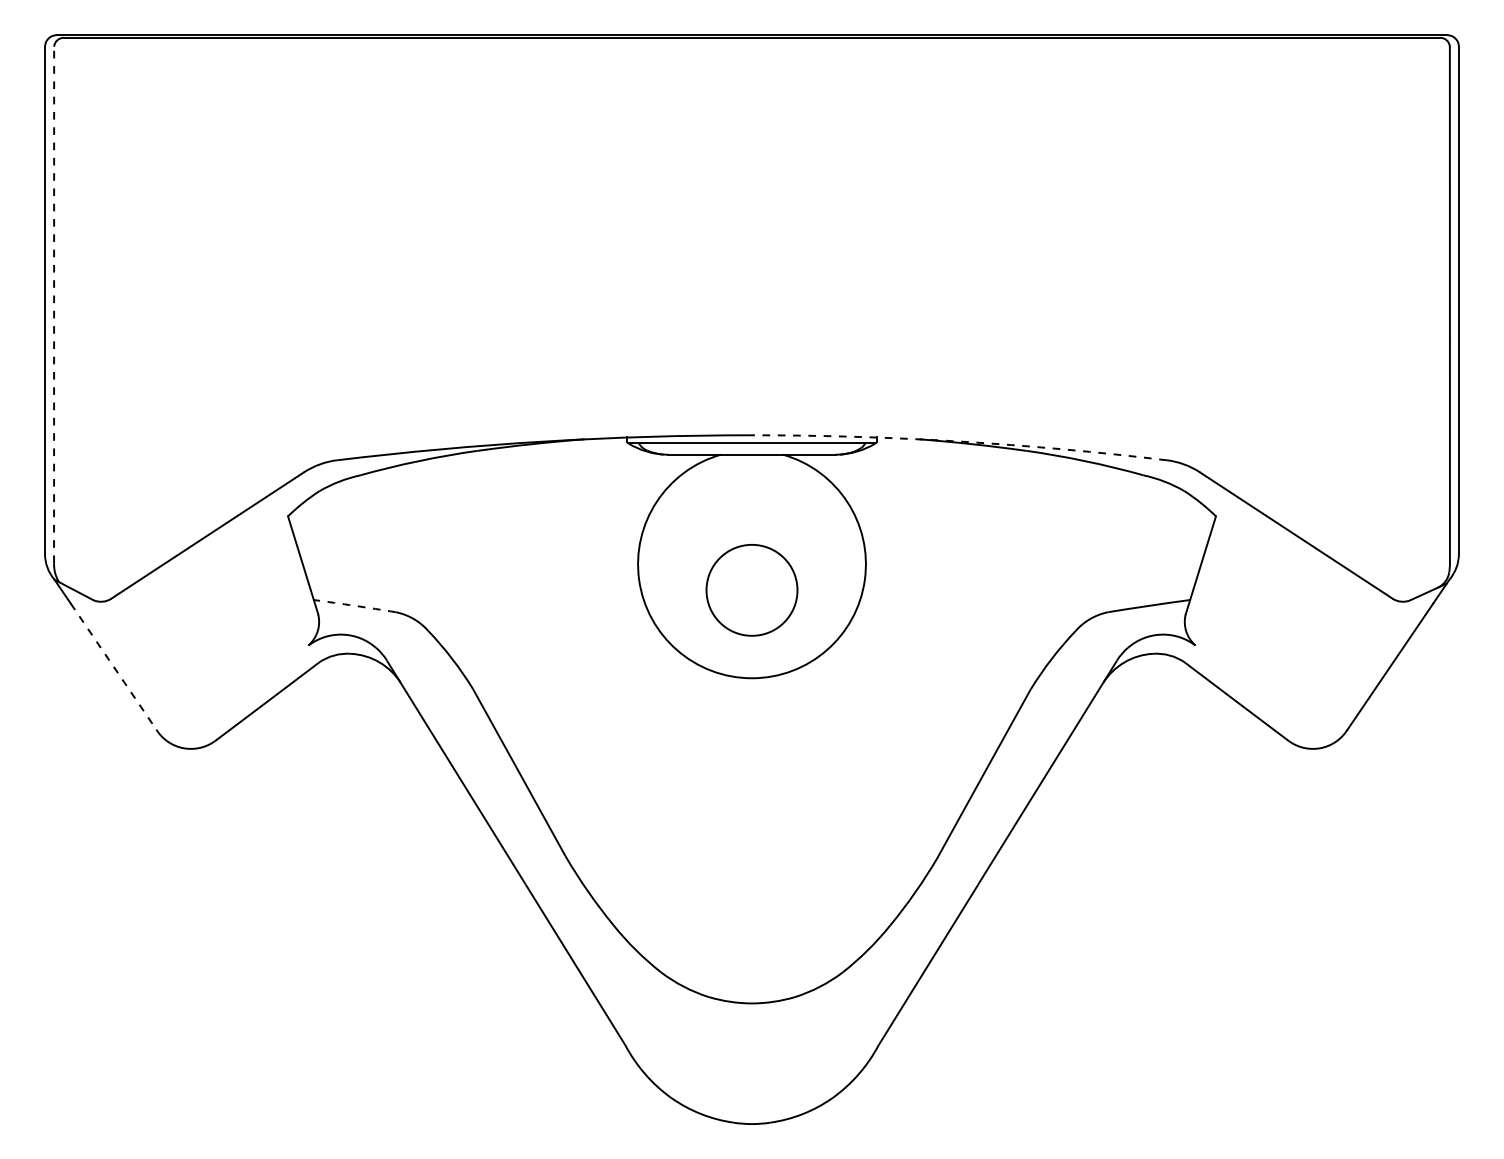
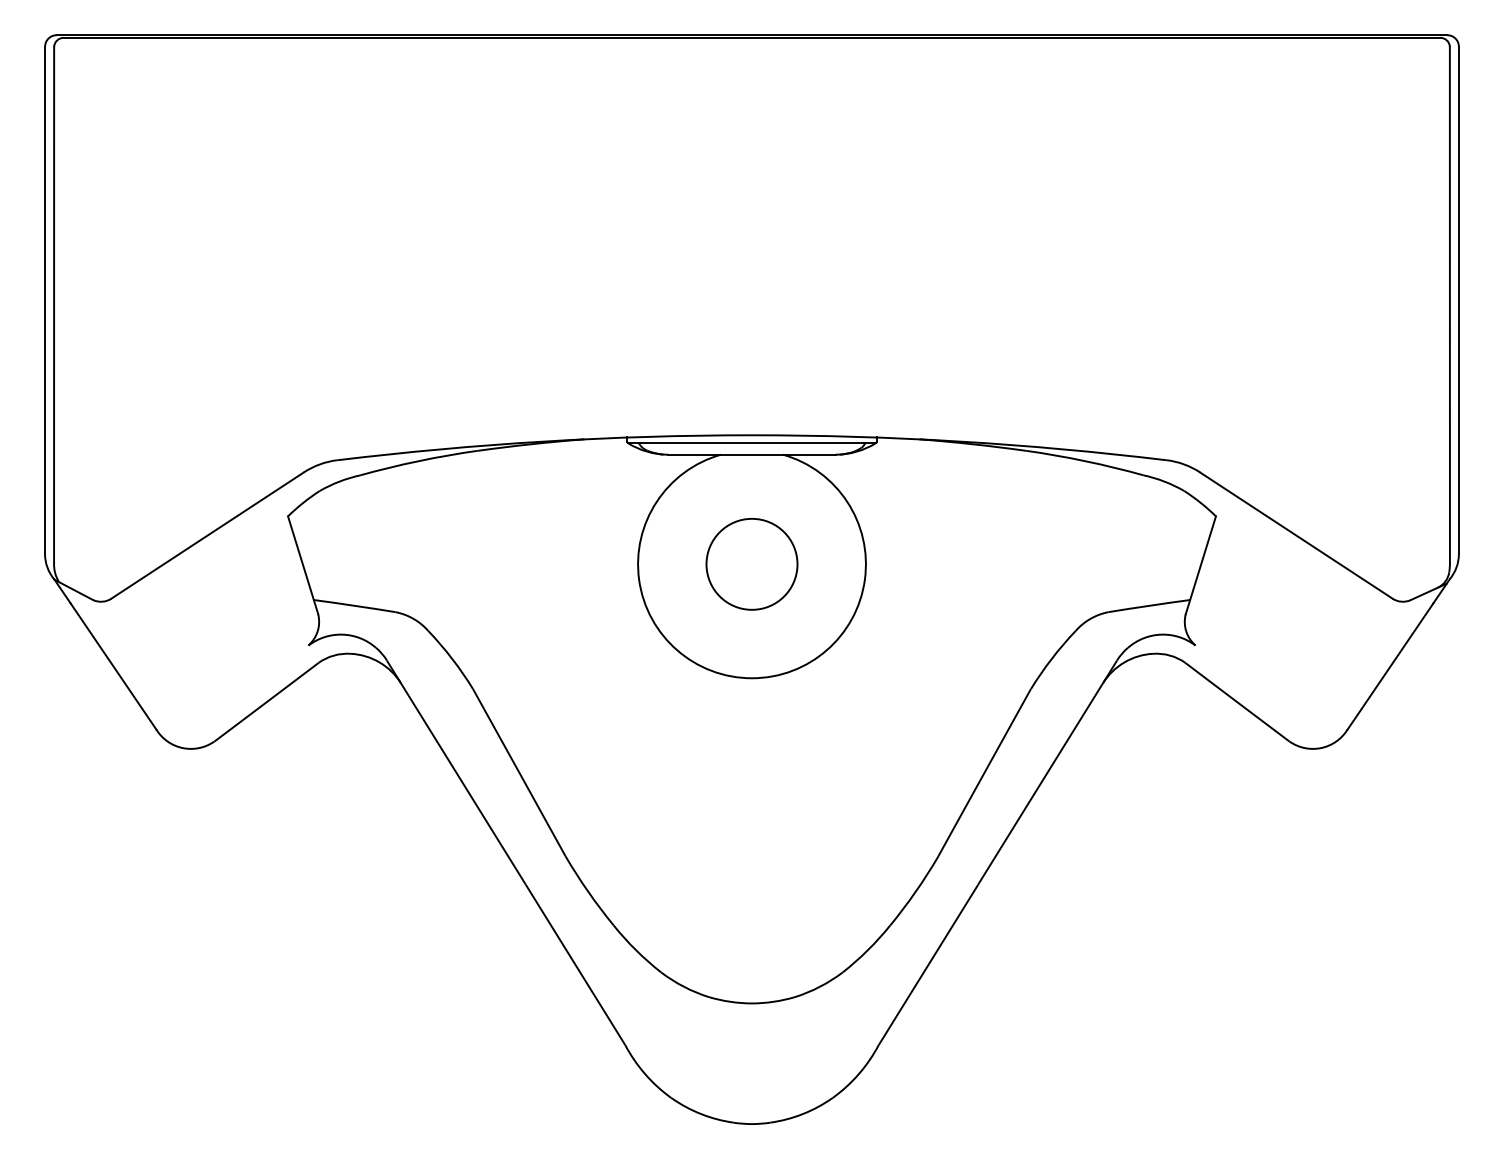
line at (54, 304): dashed -> solid
arc at (959, 441): dashed -> solid
circle at (751, 590) position: (751, 590) -> (751, 564)
arc at (354, 605): dashed -> solid
line at (113, 667): dashed -> solid
